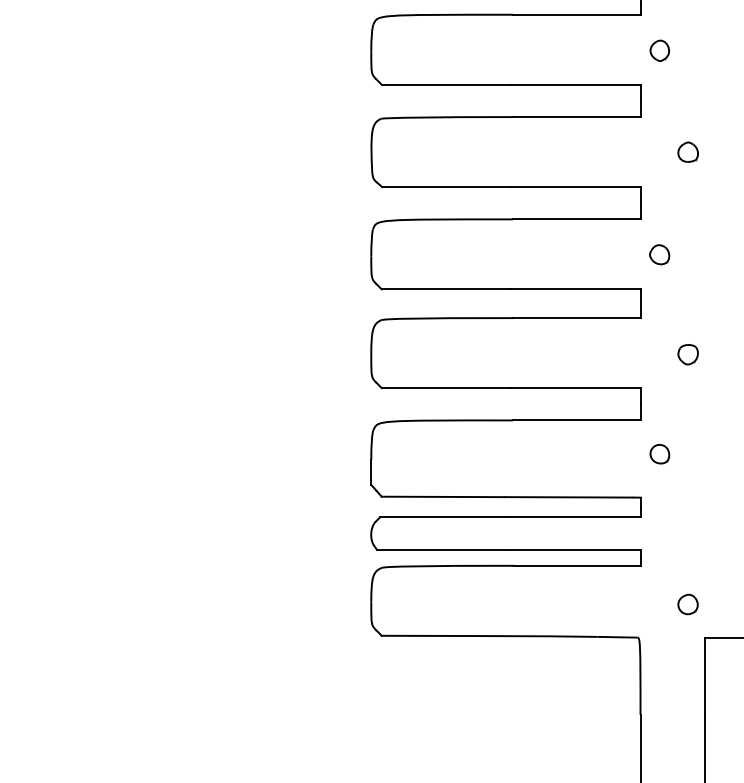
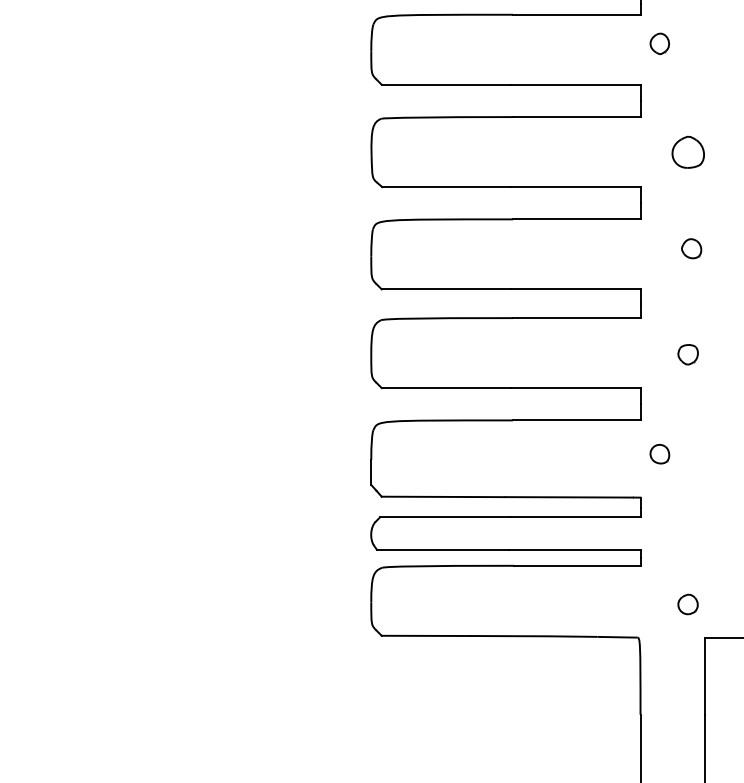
part at (659, 50) position: (659, 50) -> (659, 43)
part at (687, 151) size: 22x22 px -> 34x34 px
part at (659, 254) position: (659, 254) -> (691, 248)
